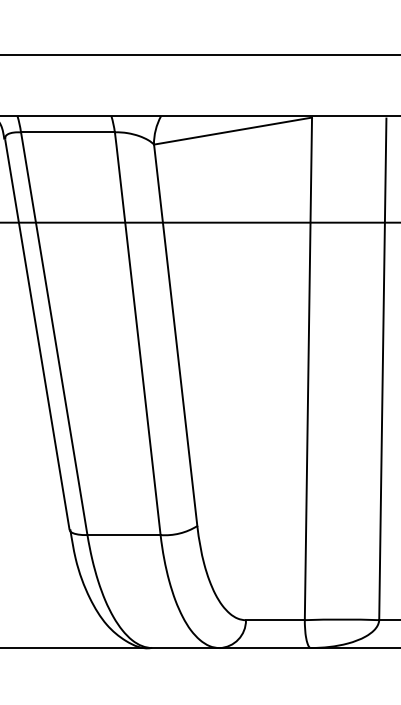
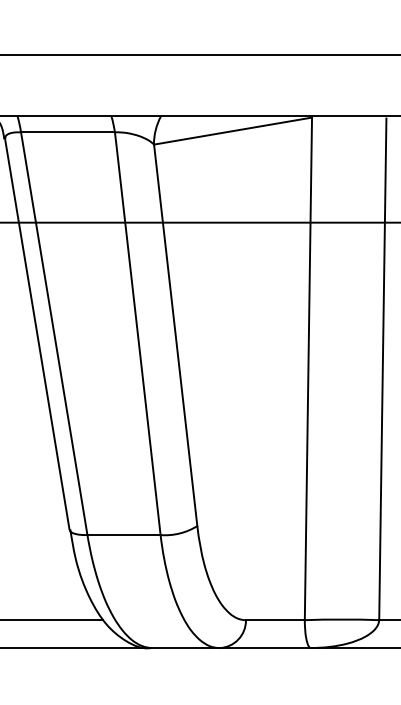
line at (52, 620): none -> present
